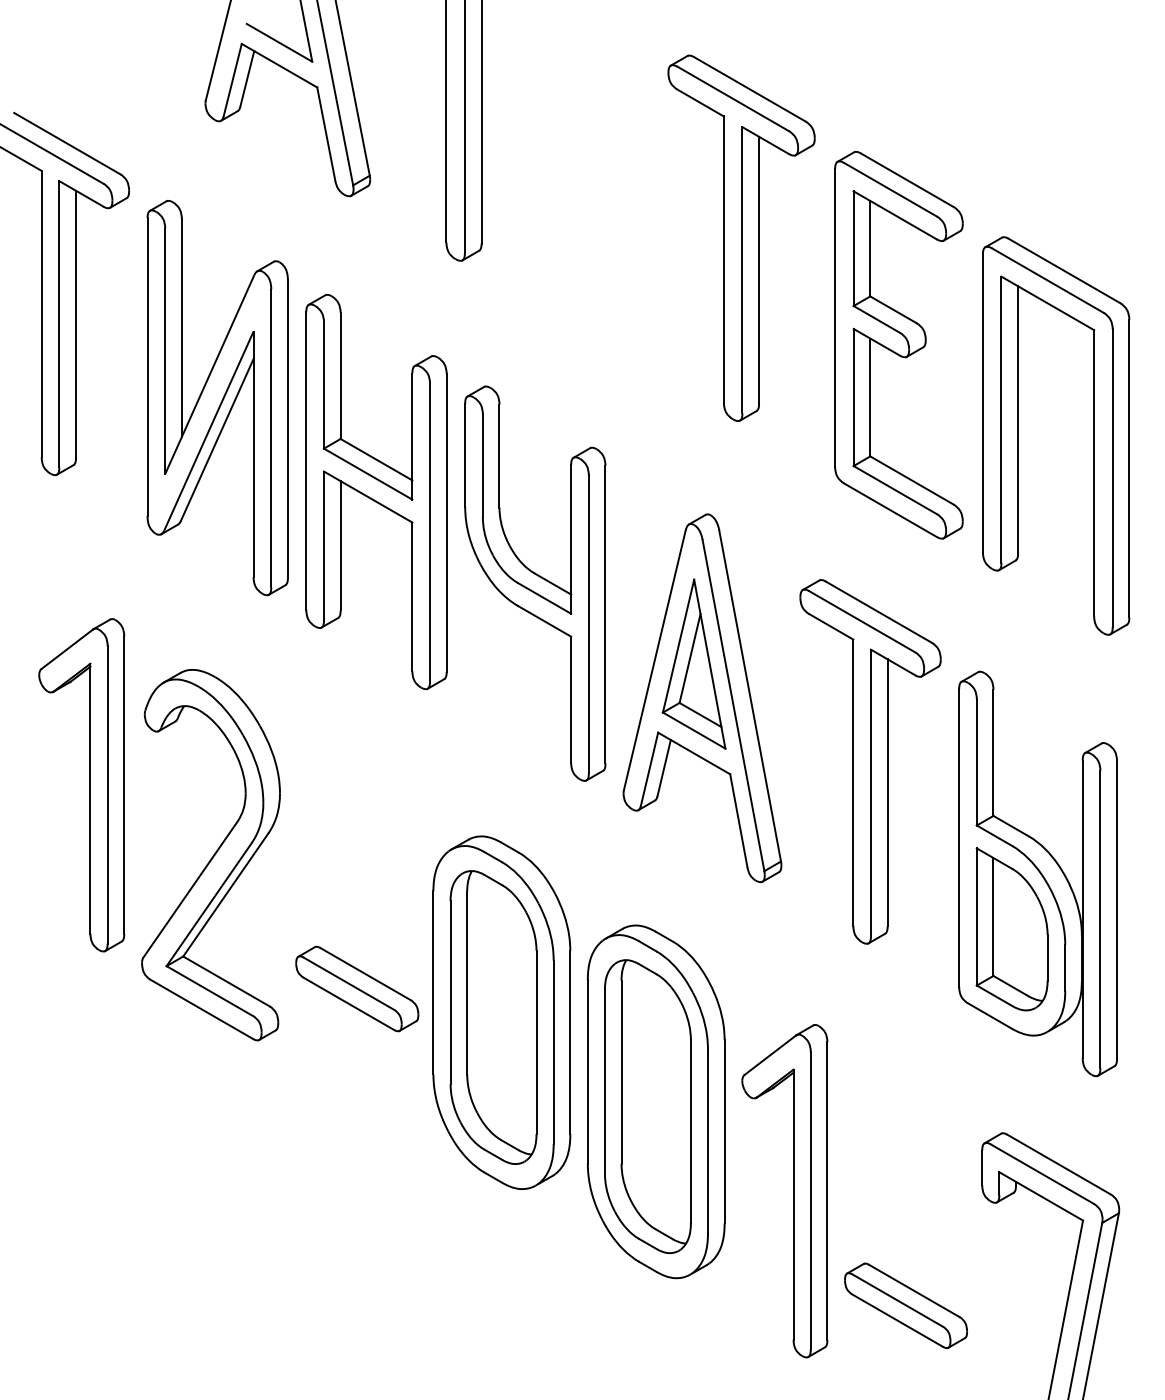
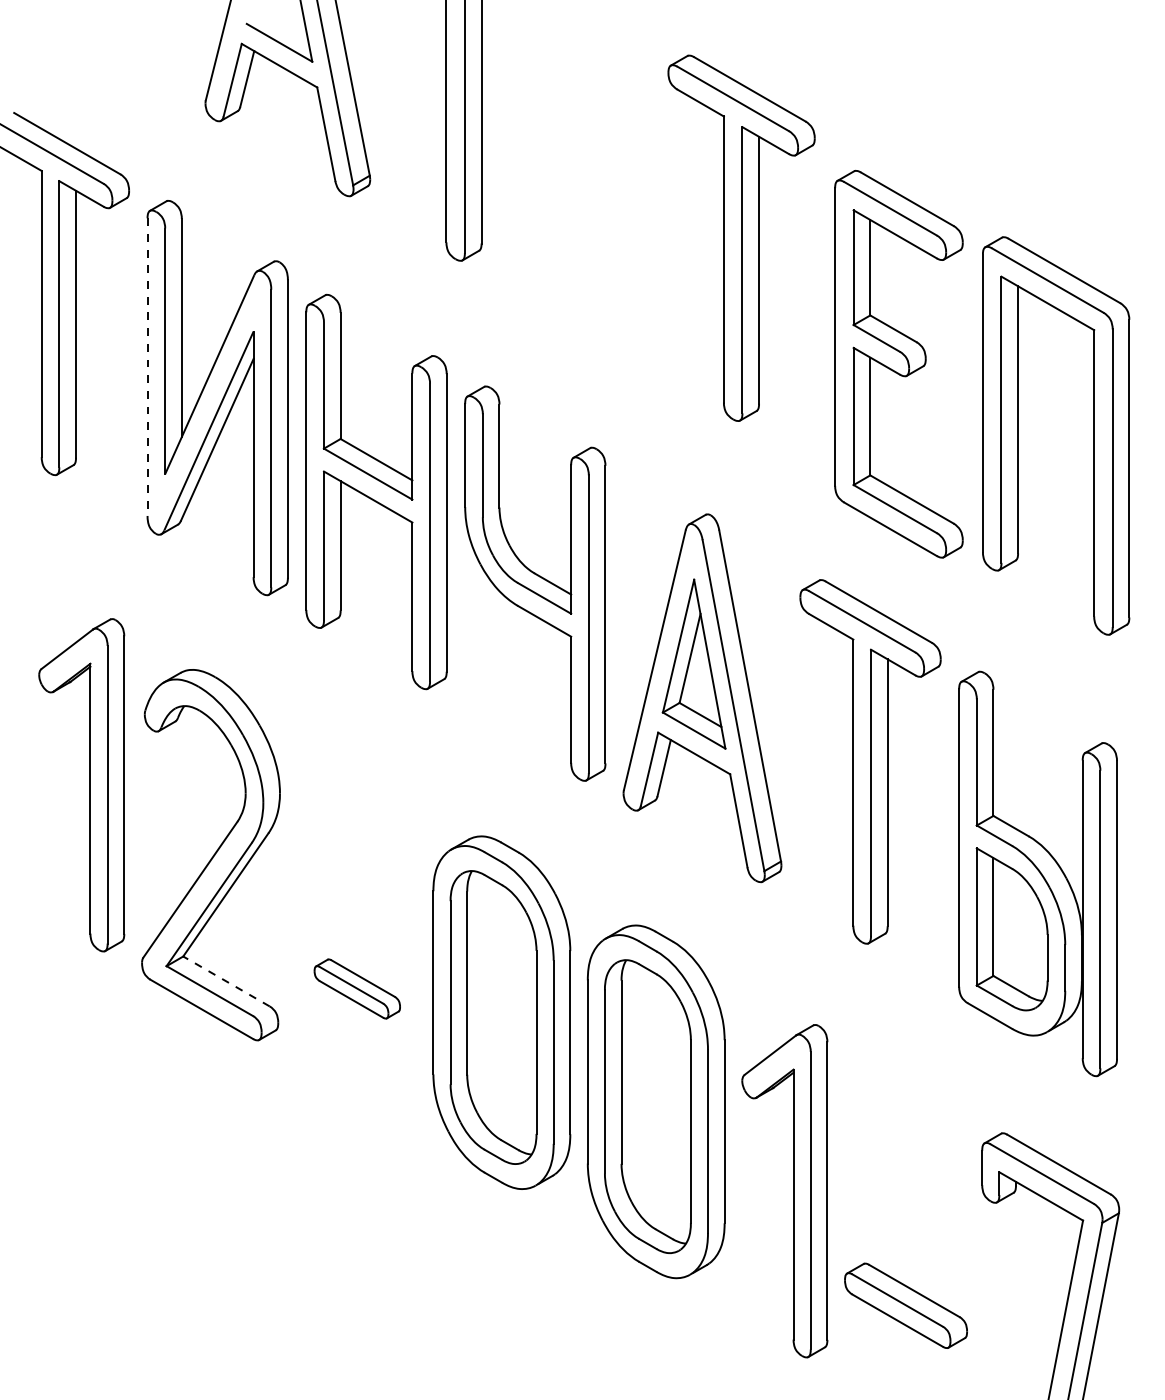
part at (898, 345) position: (898, 345) -> (898, 364)
line at (147, 367): solid -> dashed
line at (226, 981): solid -> dashed
part at (357, 988) size: 125x88 px -> 88x62 px
